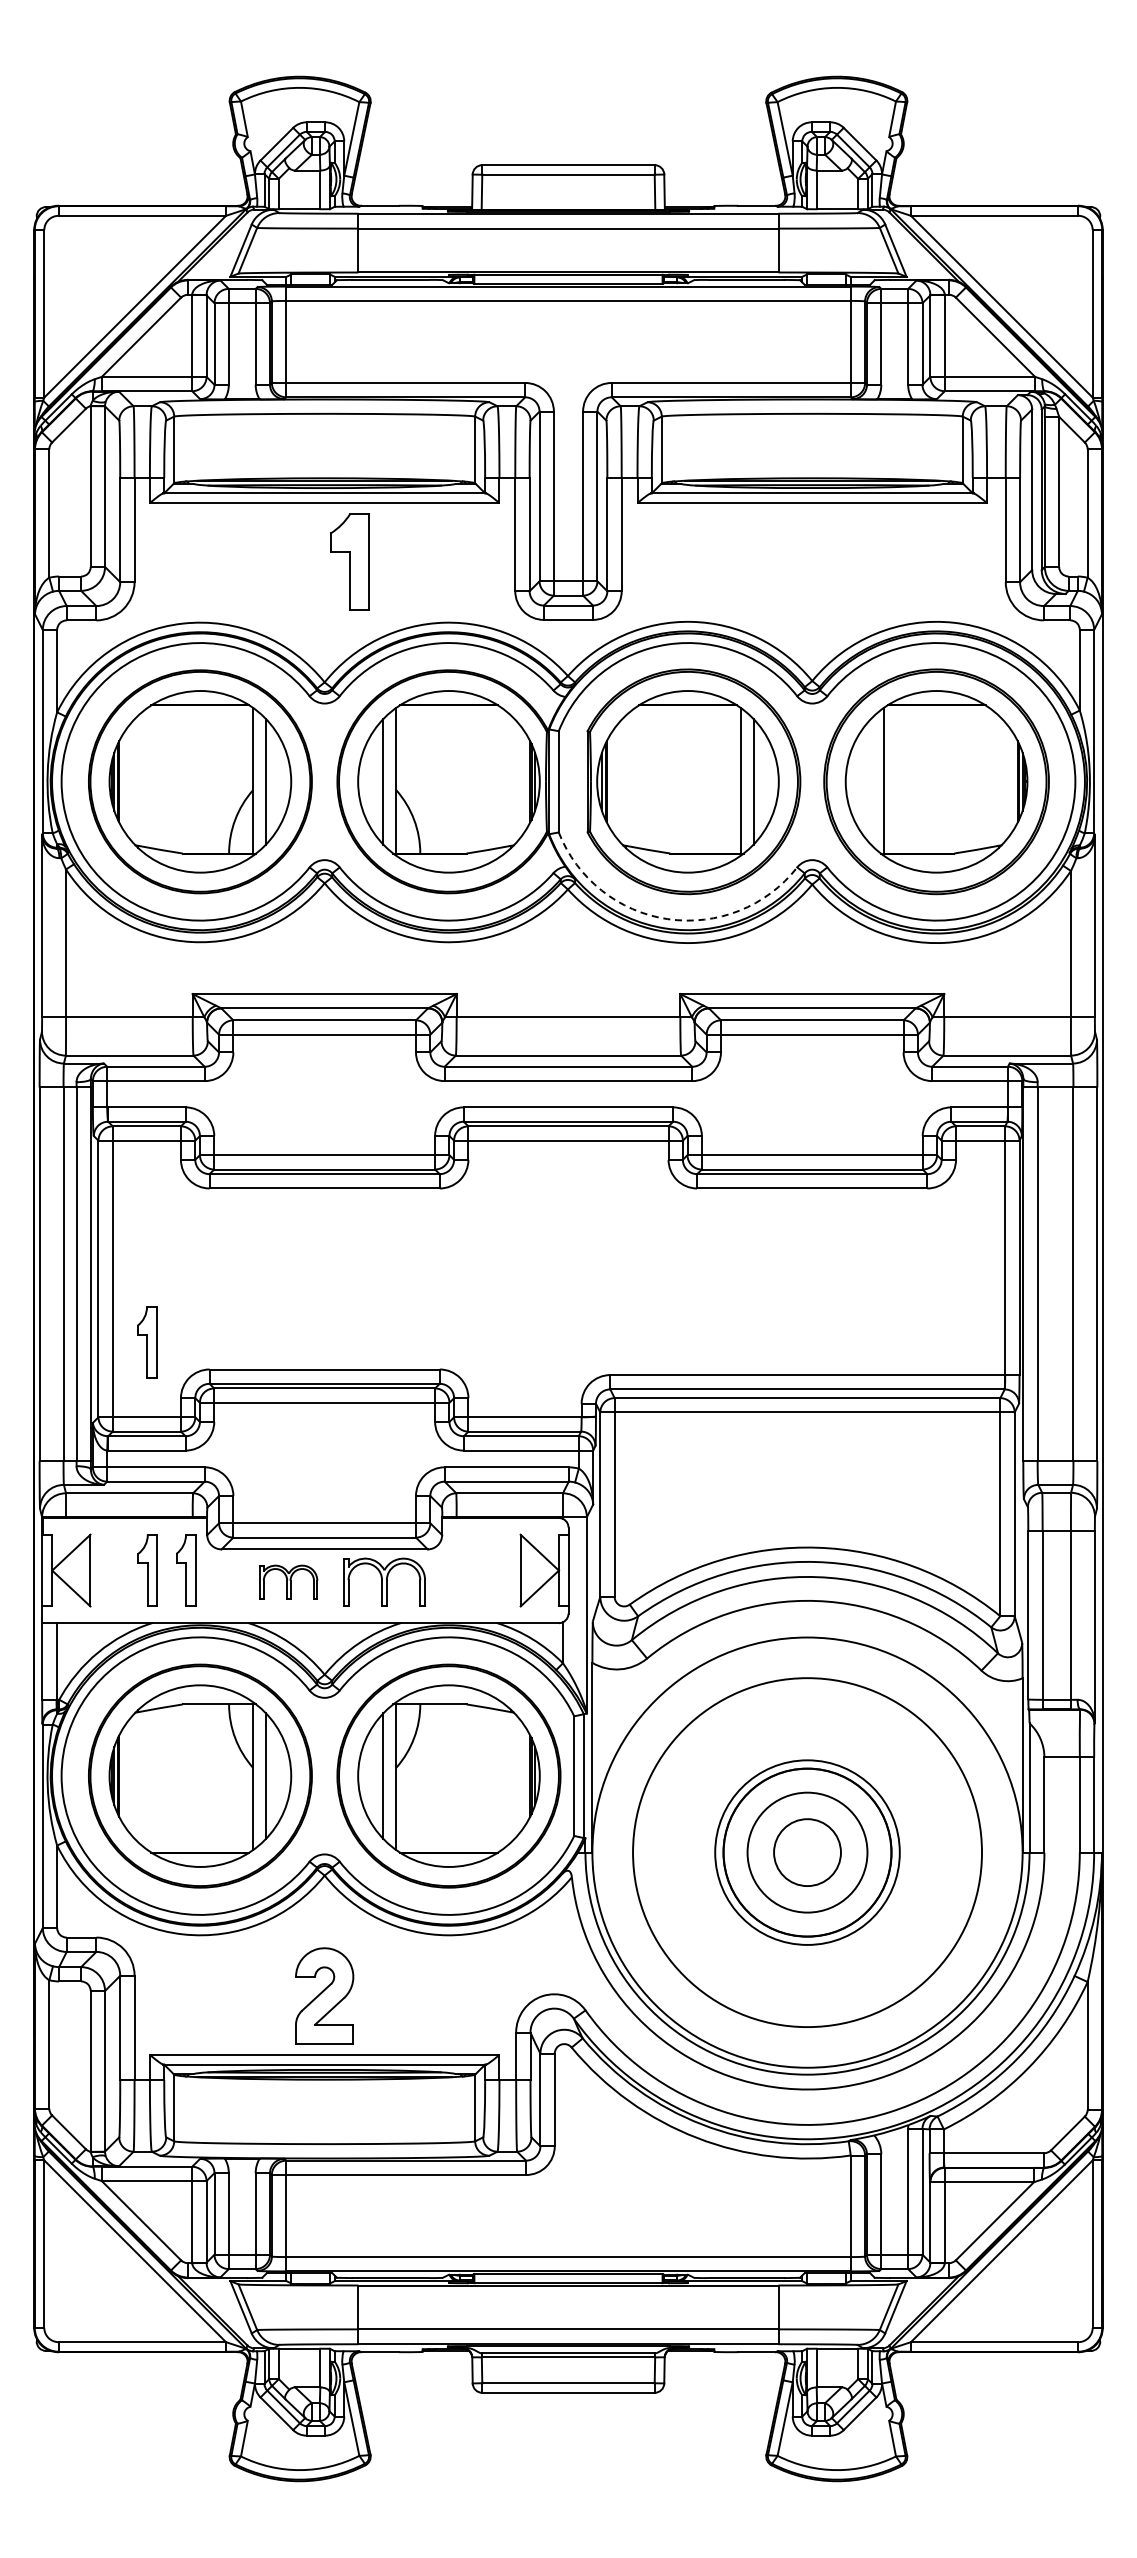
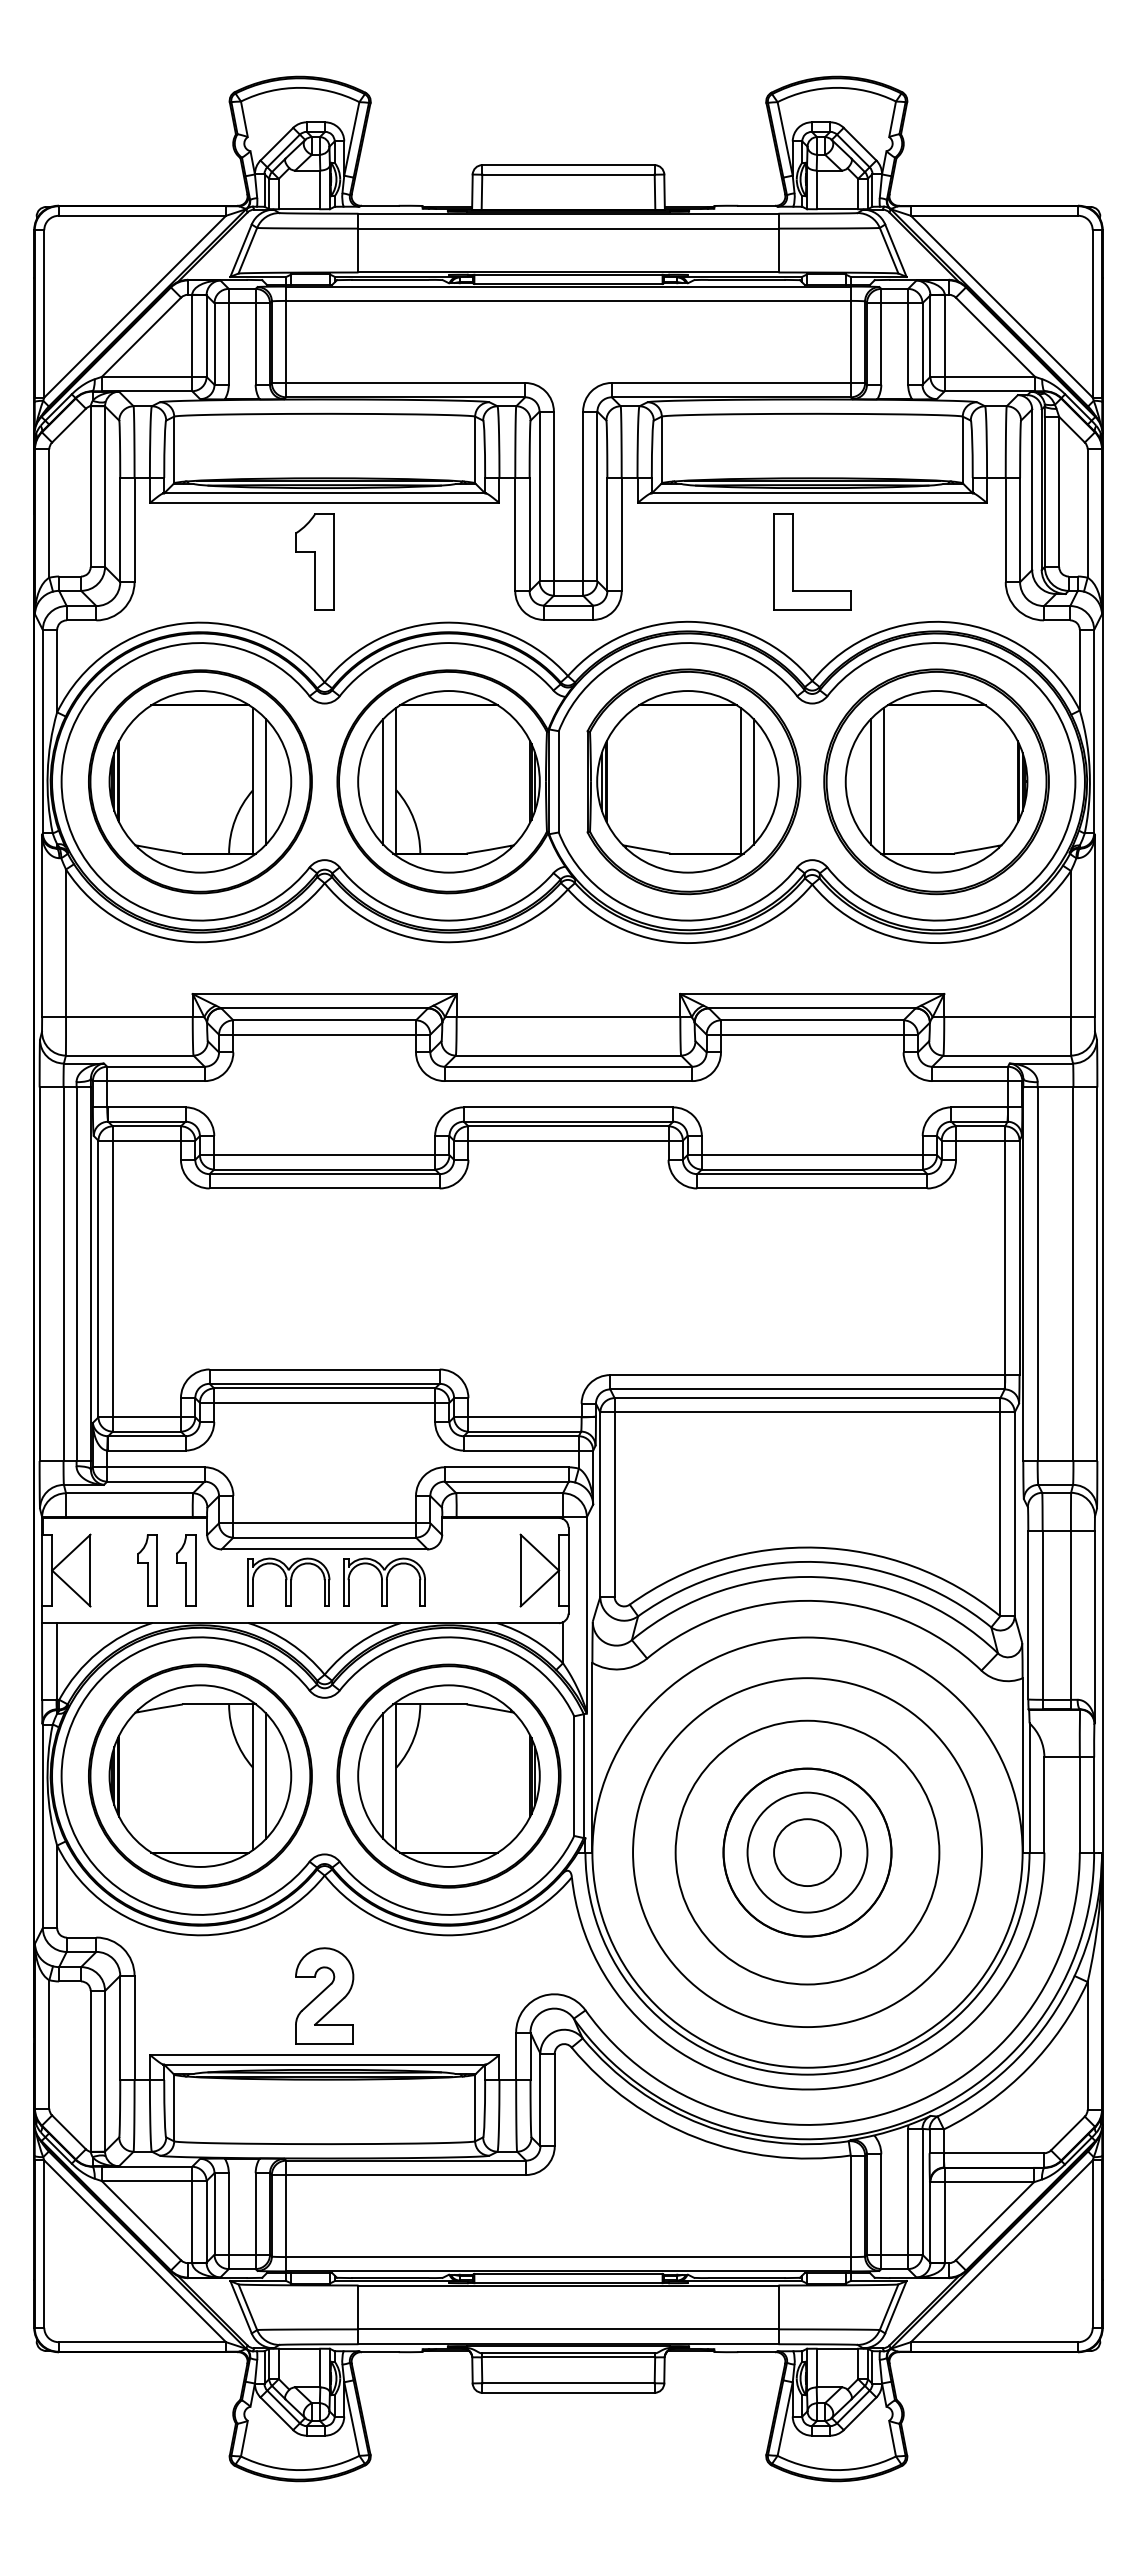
part at (349, 561) position: (349, 561) -> (314, 561)
part at (793, 561): none -> present
line at (871, 781): none -> present
arc at (667, 919): dashed -> solid
part at (147, 1342): present -> none
part at (288, 1581) size: 60x36 px -> 84x50 px
circle at (807, 1852) diameter: 185 px -> 264 px
